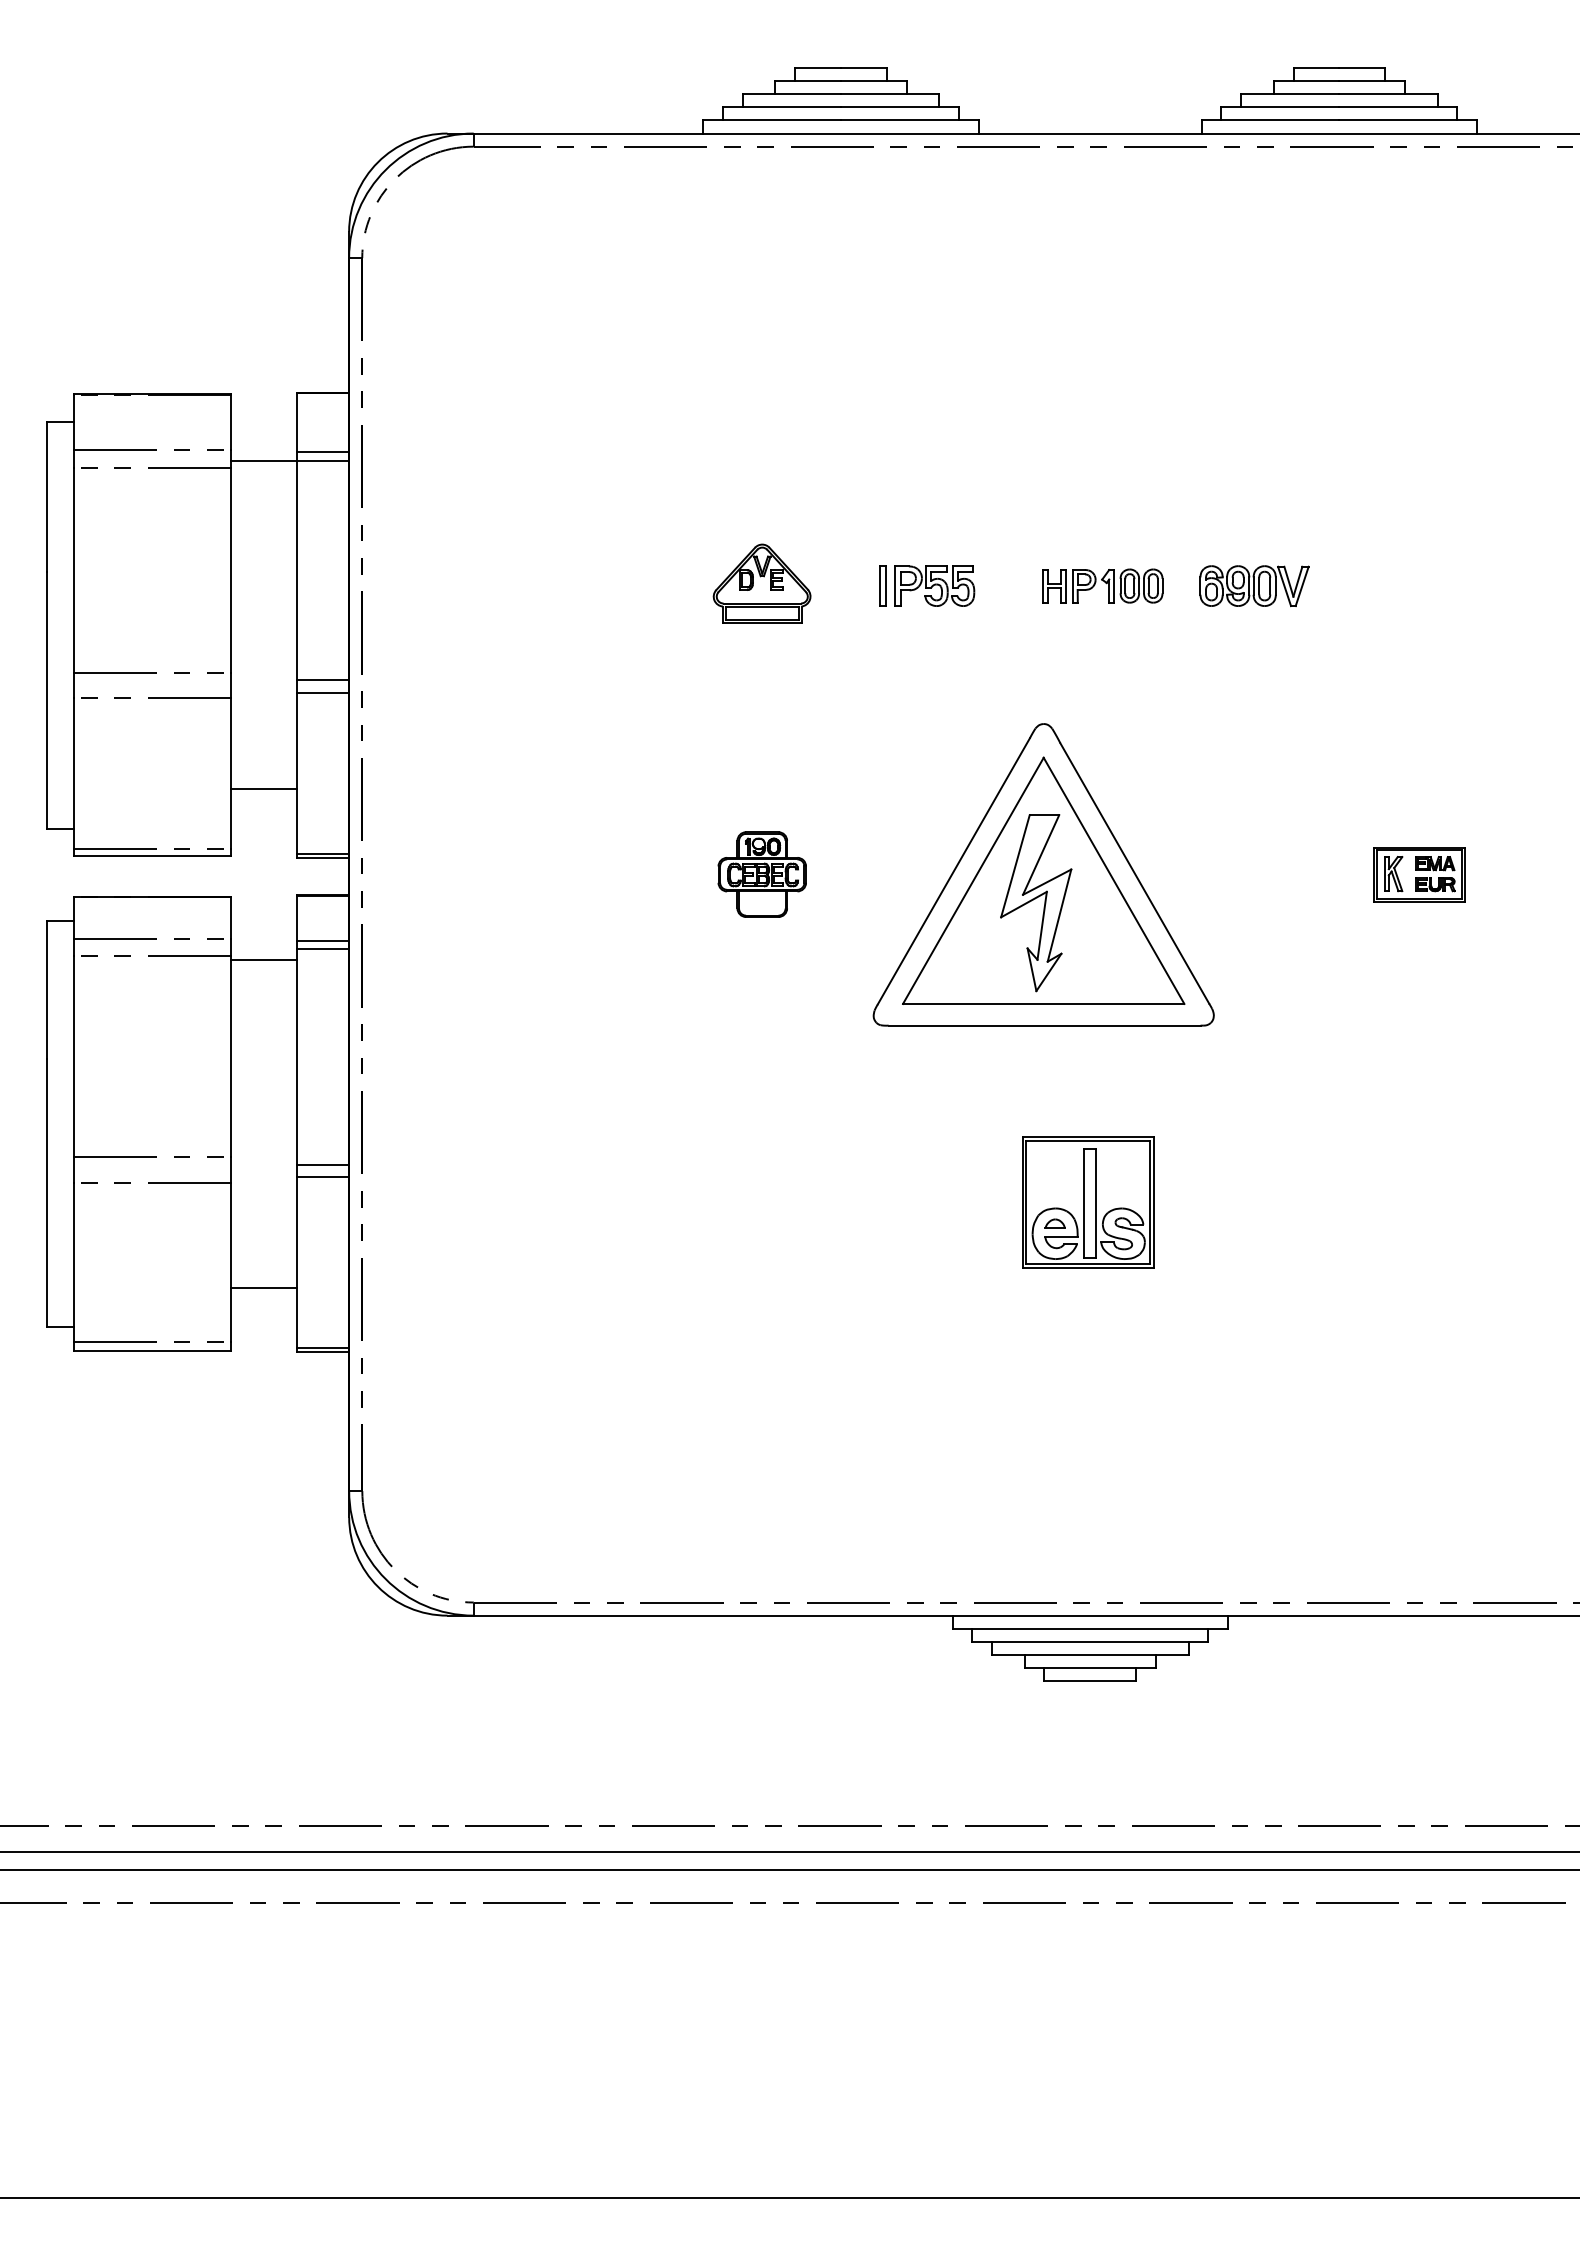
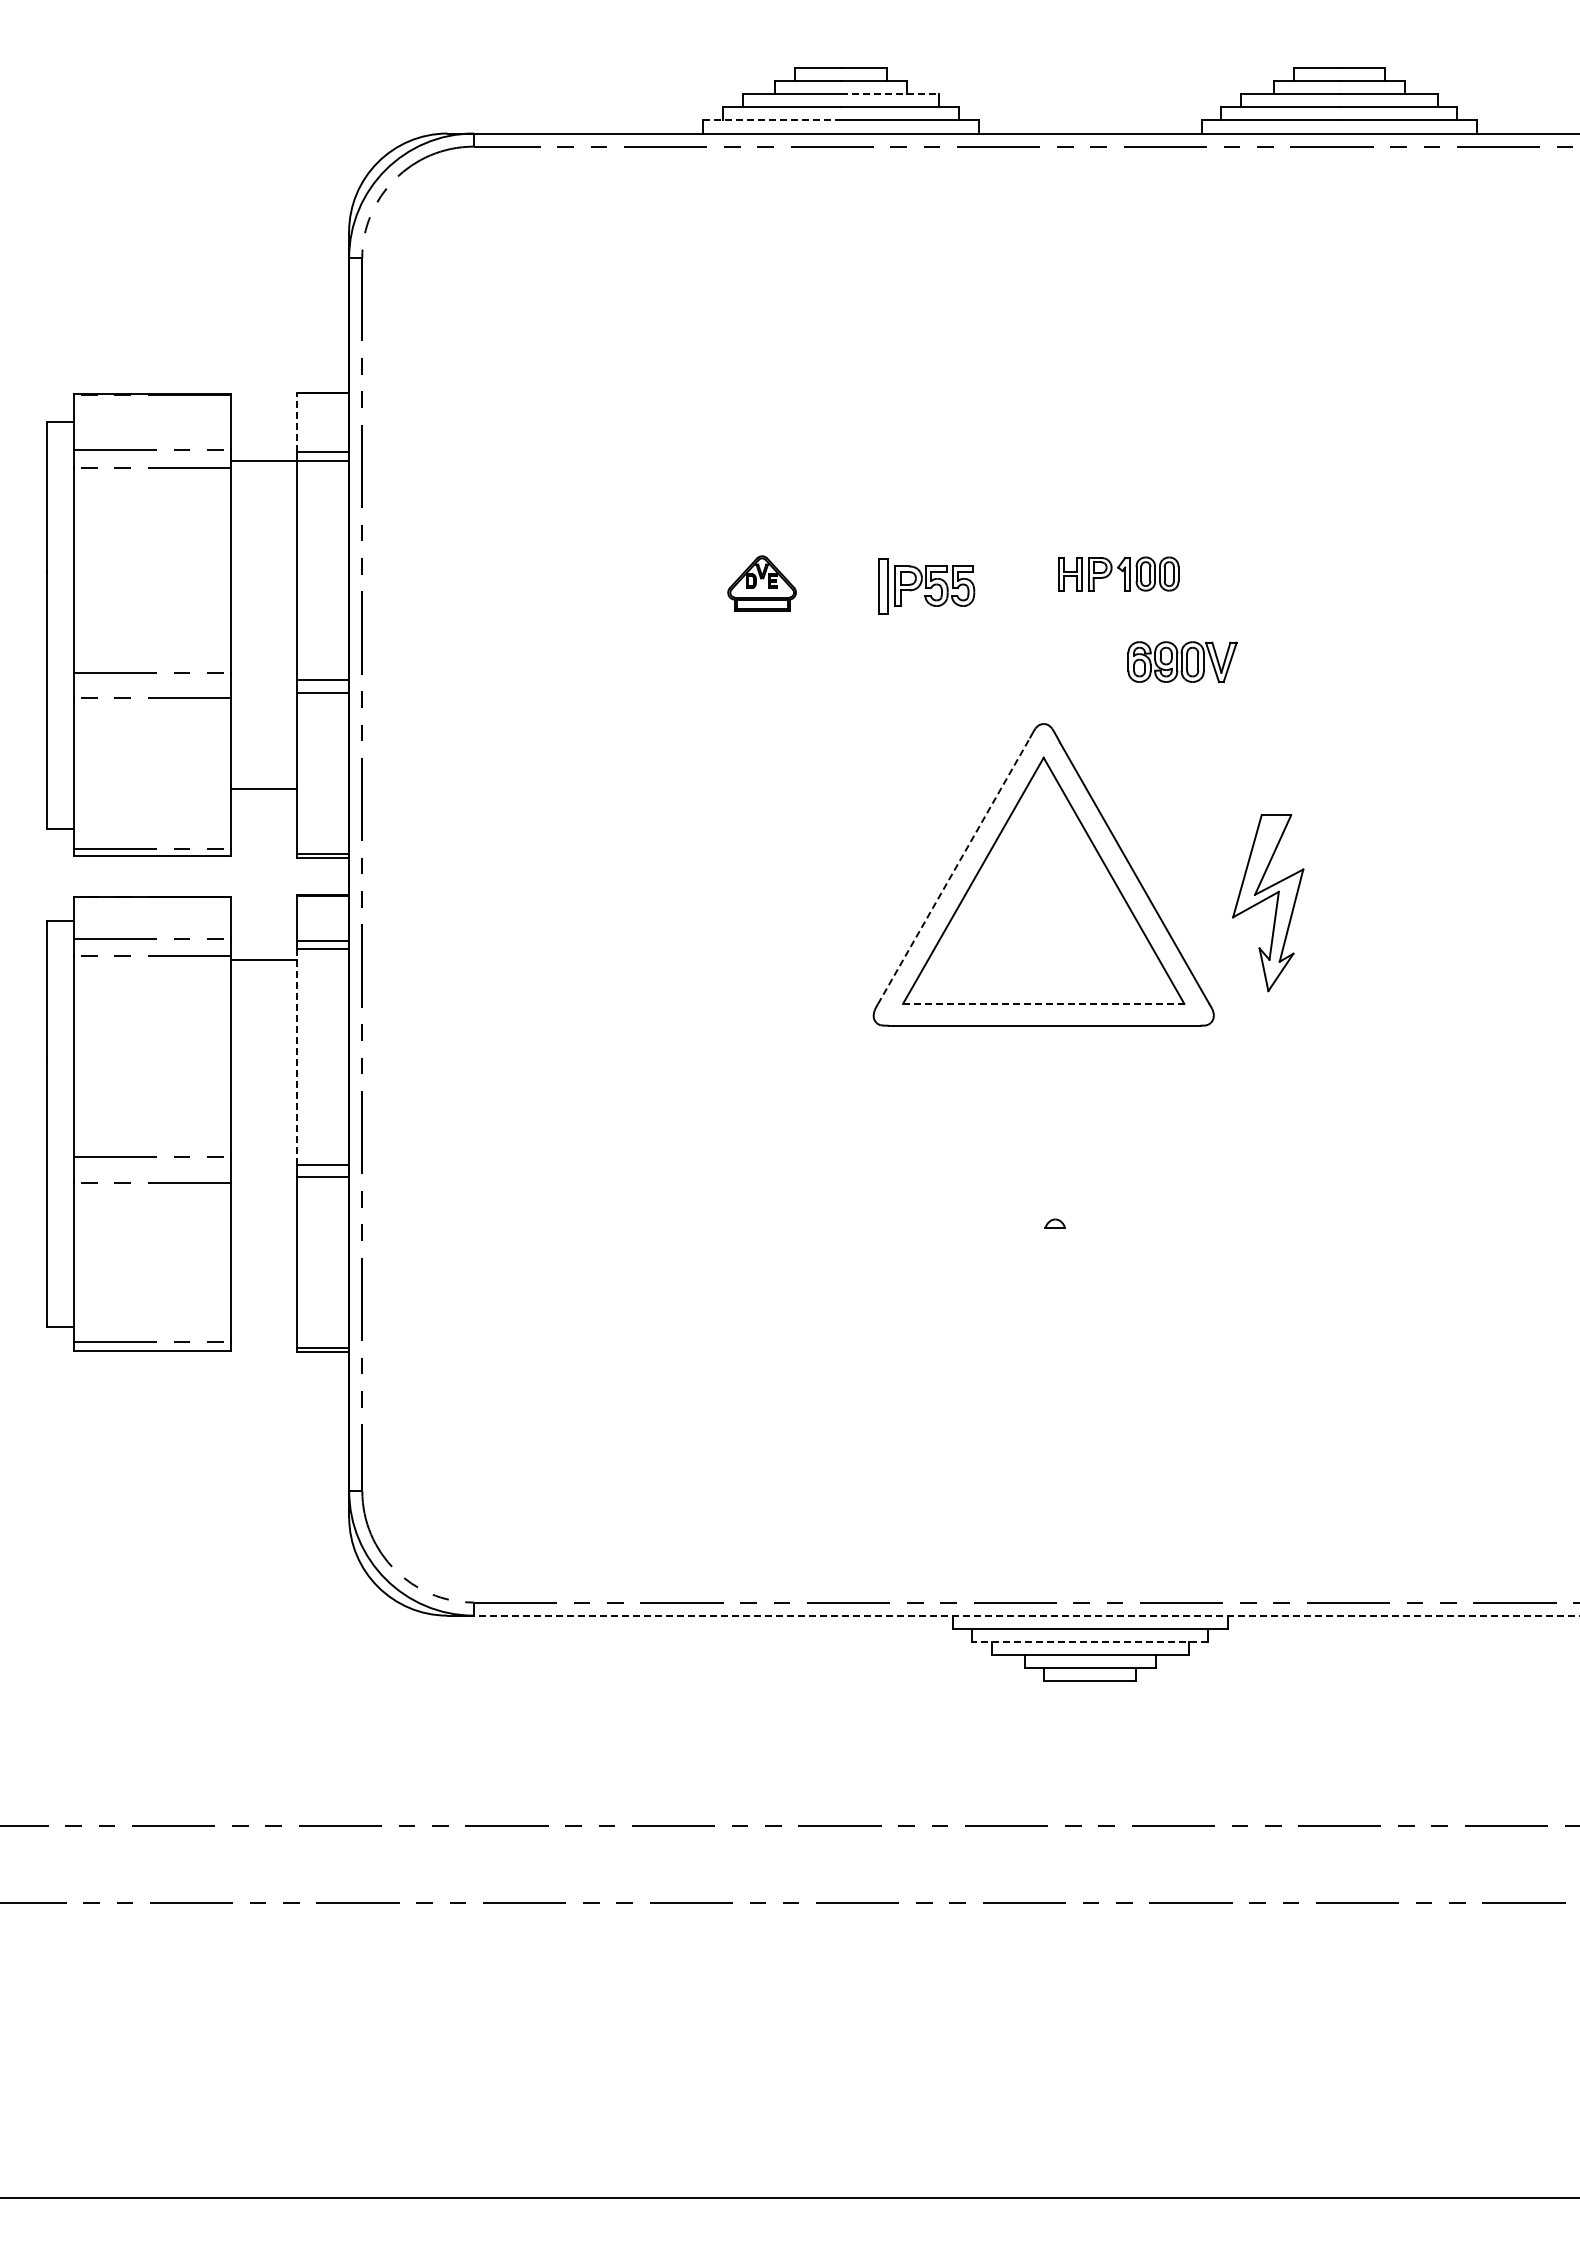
line at (890, 94): solid -> dashed
line at (772, 120): solid -> dashed
line at (296, 422): solid -> dashed
part at (761, 583) size: 100x81 px -> 70x57 px
part at (882, 585) size: 8x42 px -> 11x57 px
part at (1102, 585) position: (1102, 585) -> (1118, 573)
part at (1254, 586) position: (1254, 586) -> (1182, 662)
line at (954, 870): solid -> dashed
part at (761, 874): present -> none
part at (1419, 874): present -> none
part at (1036, 903) position: (1036, 903) -> (1268, 903)
line at (1043, 1003): solid -> dashed
line at (296, 1056): solid -> dashed
part at (1088, 1202): present -> none
line at (263, 1287): present -> none
line at (1026, 1615): solid -> dashed
line at (1089, 1641): solid -> dashed
line at (789, 1851): present -> none
line at (789, 1870): present -> none
